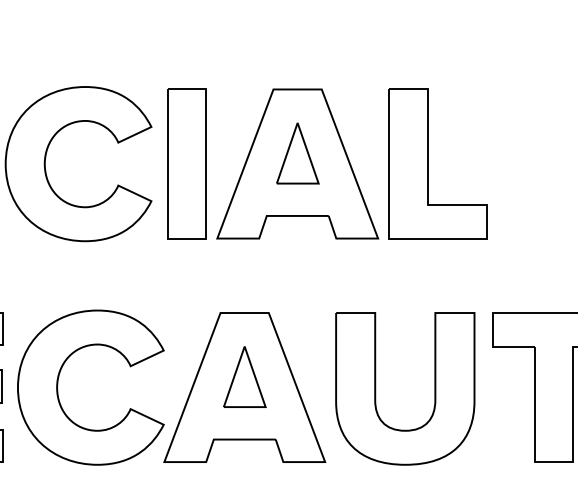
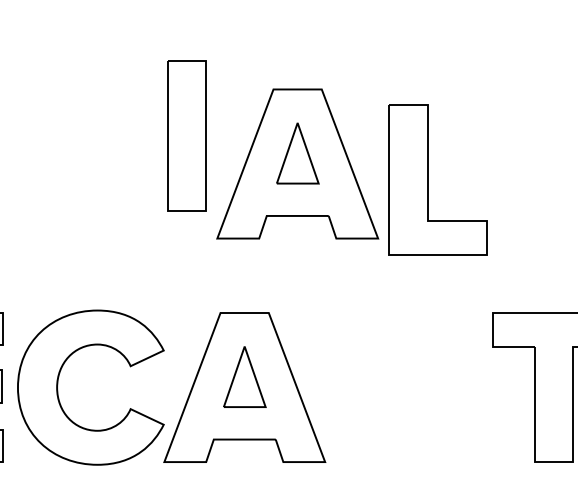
part at (186, 163) position: (186, 163) -> (186, 135)
part at (428, 163) position: (428, 163) -> (428, 179)
part at (46, 170): present -> none
part at (376, 388): present -> none
